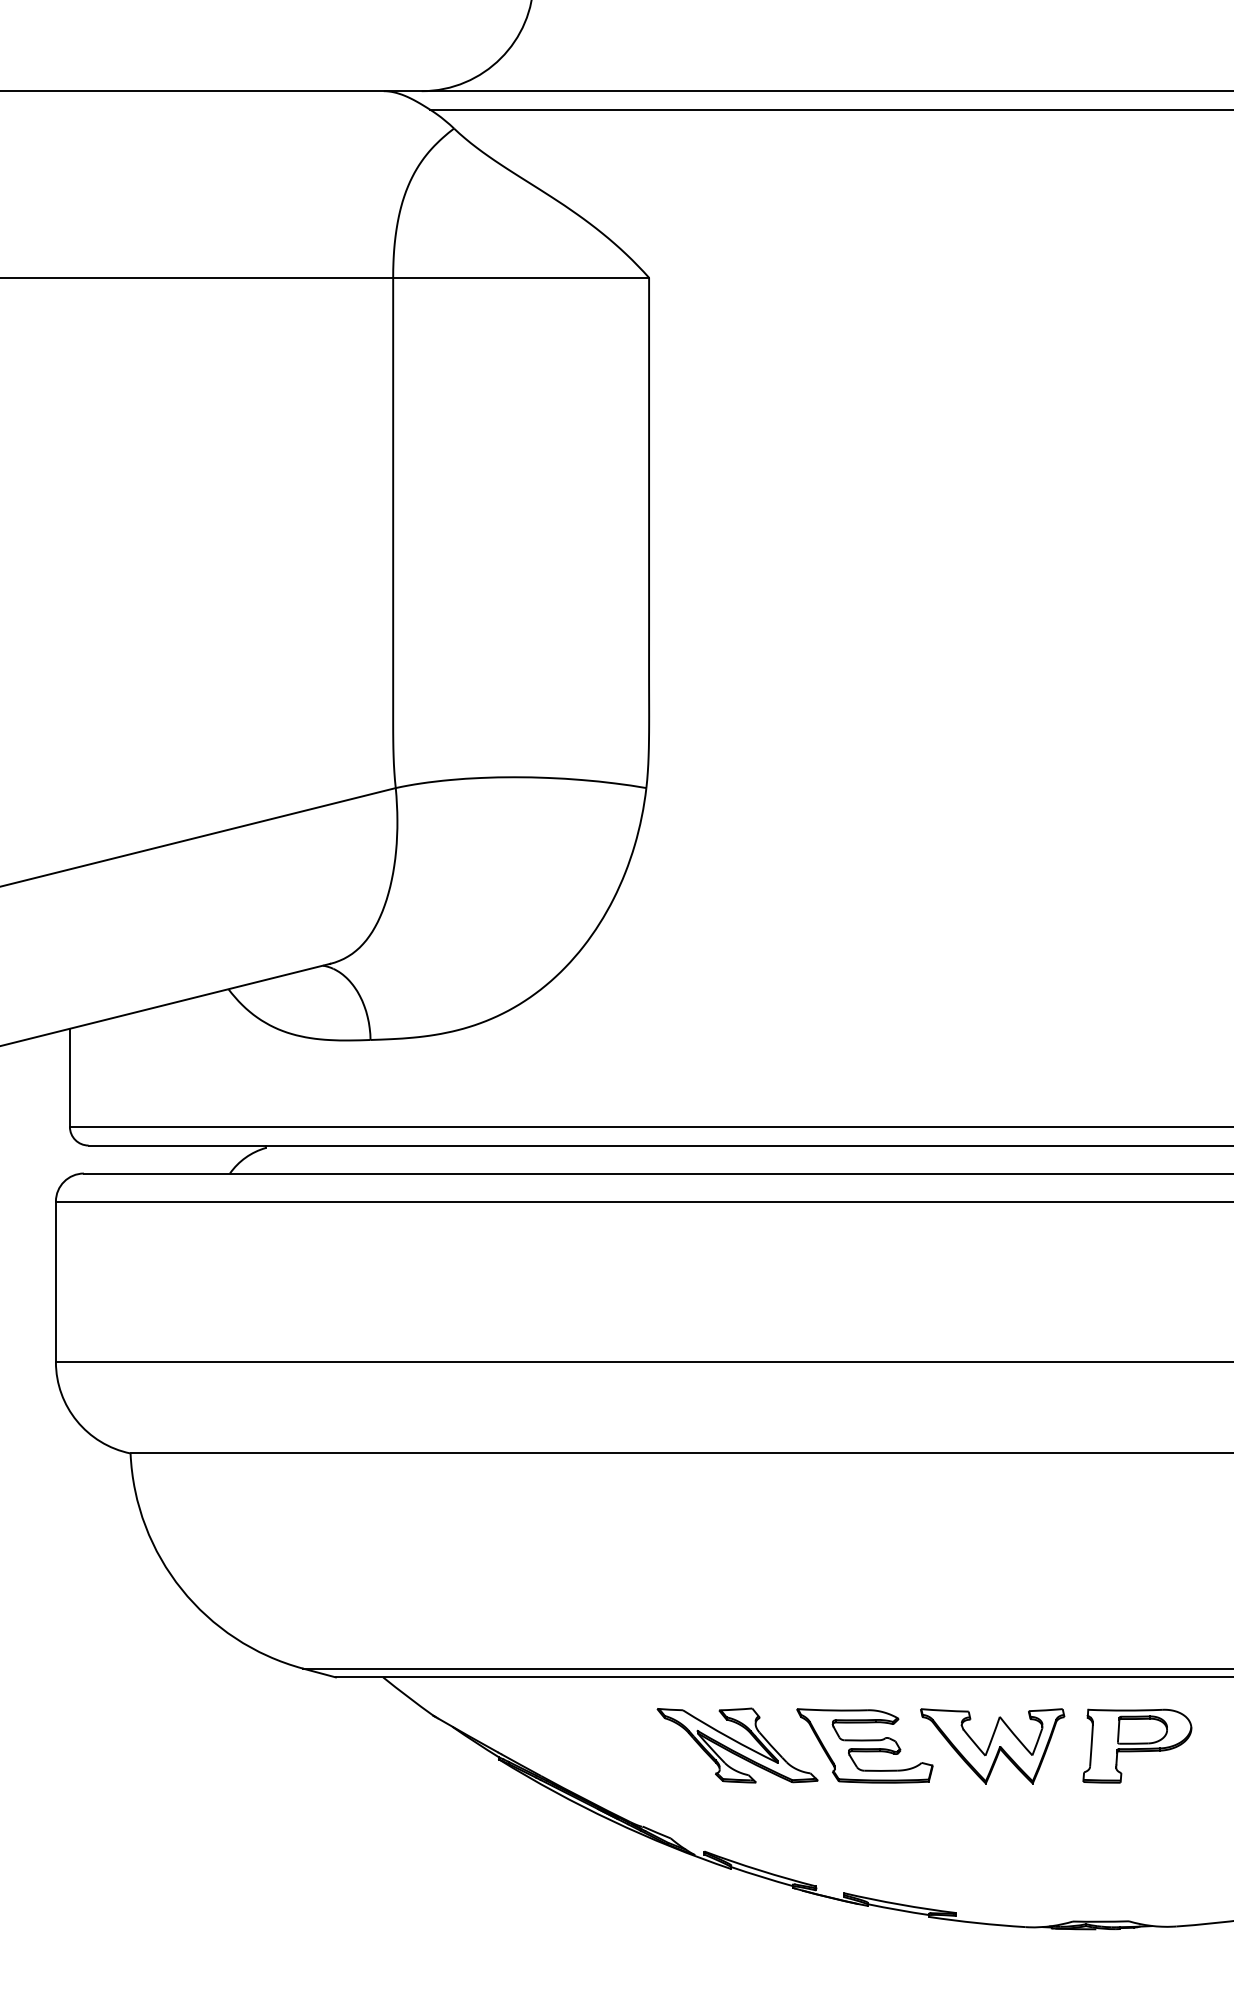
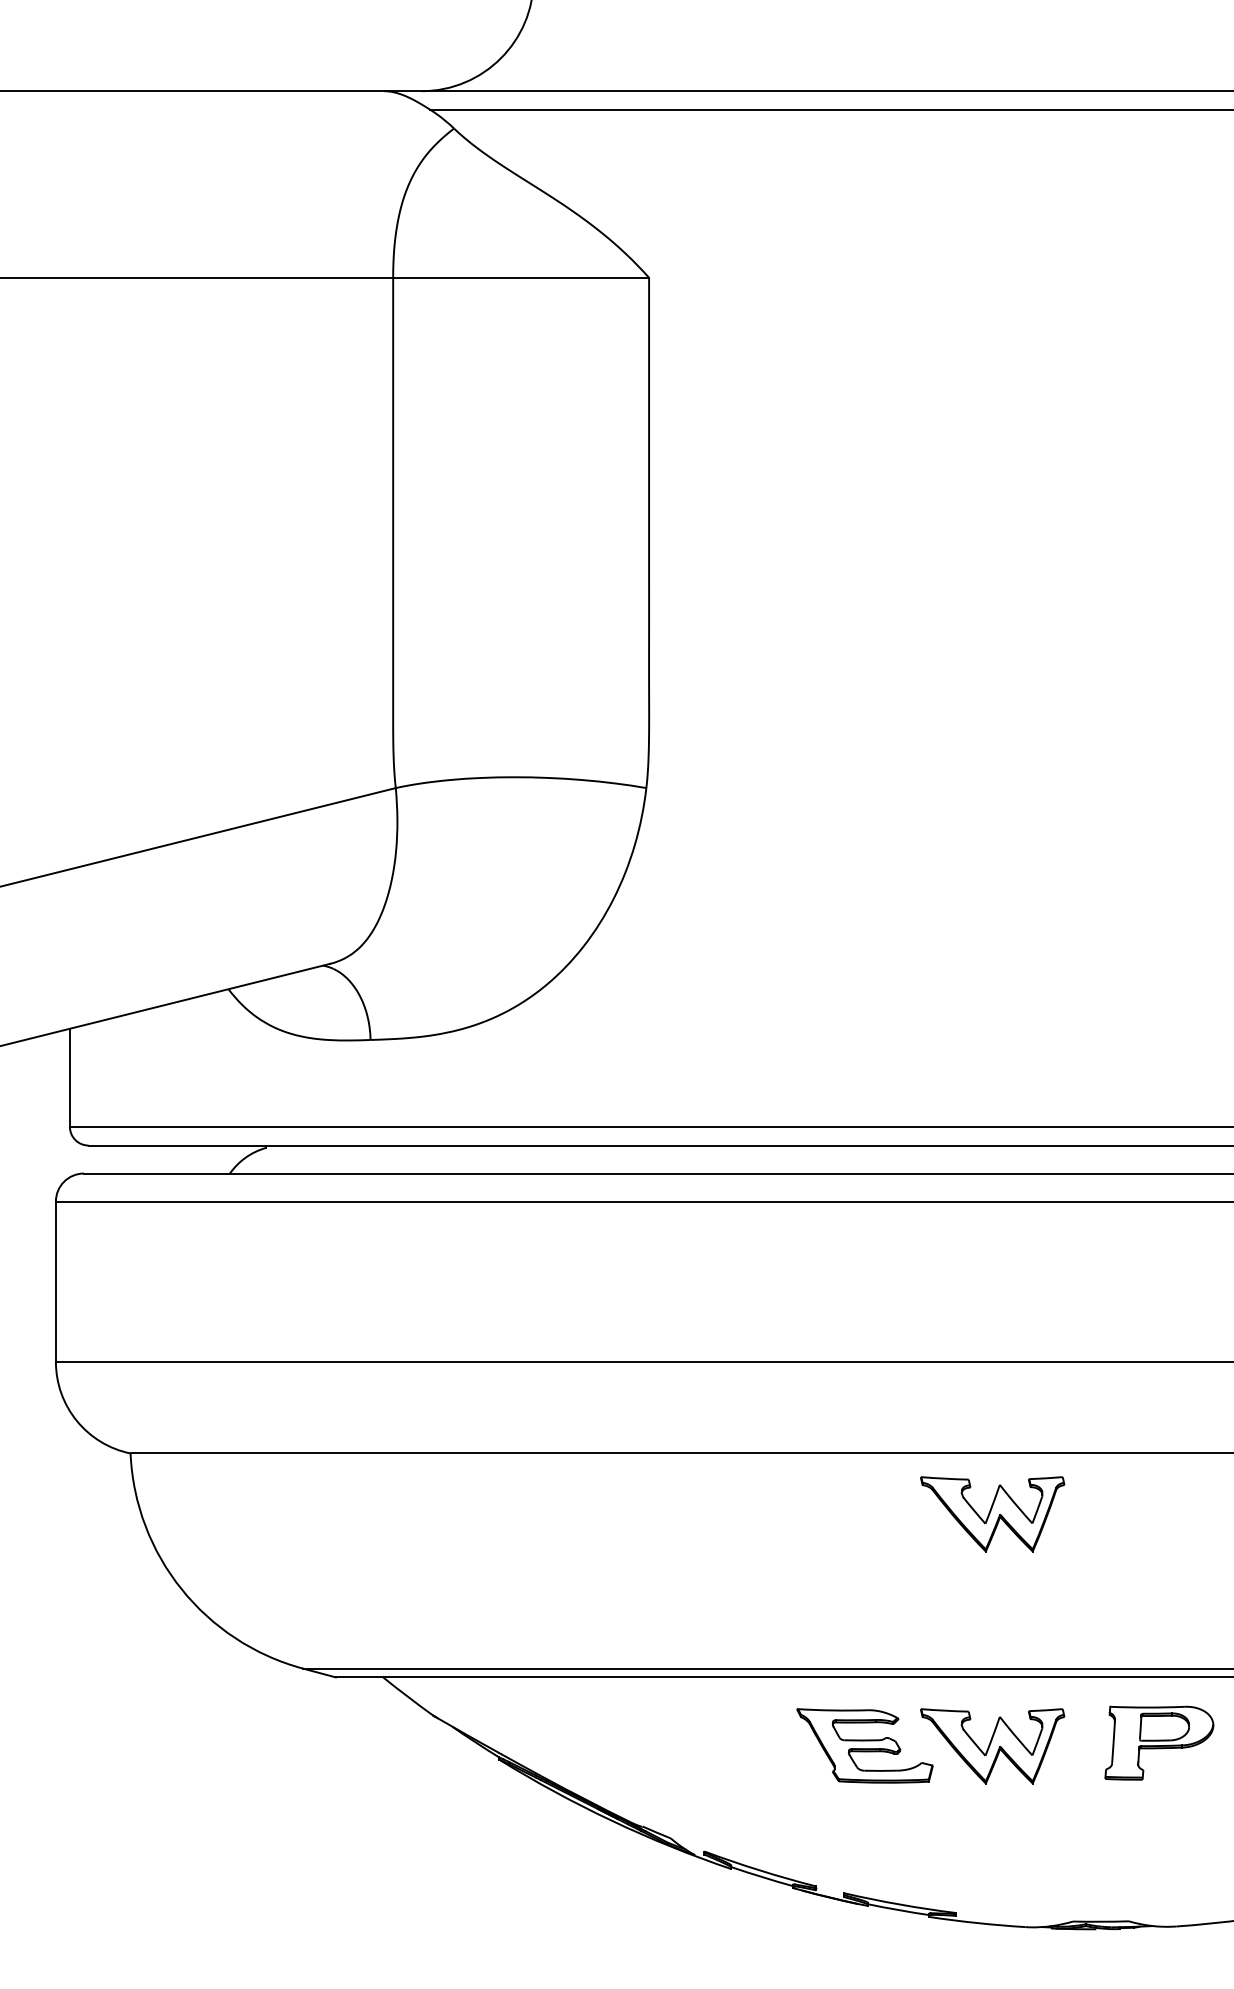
part at (992, 1514): none -> present
part at (737, 1745): present -> none
part at (1137, 1745) position: (1137, 1745) -> (1159, 1742)
